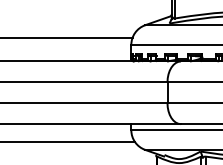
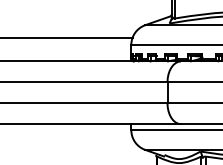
line at (68, 142): present -> none
